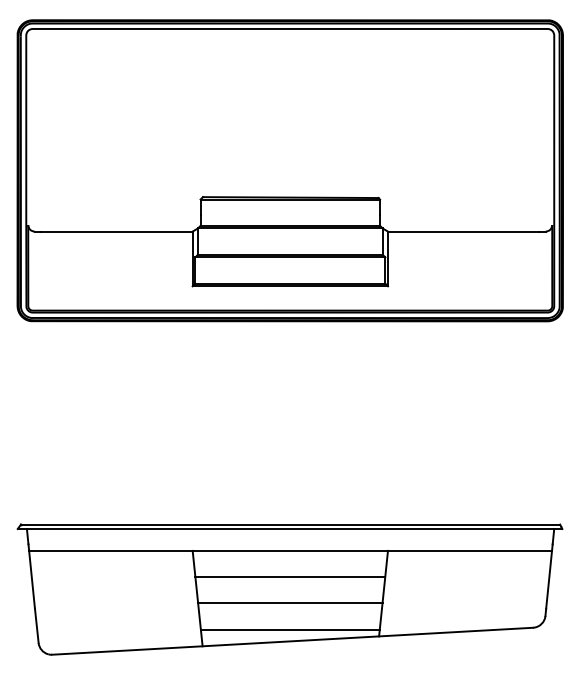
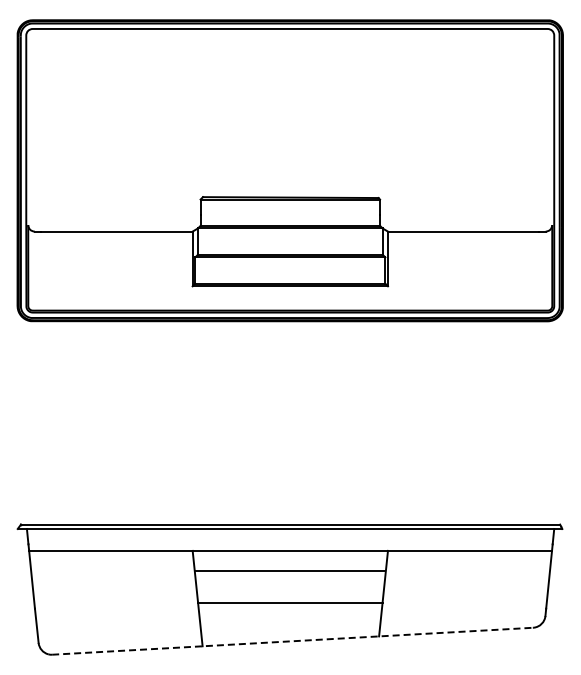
line at (290, 577) position: (290, 577) -> (290, 571)
line at (289, 629): present -> none
line at (292, 641): solid -> dashed
